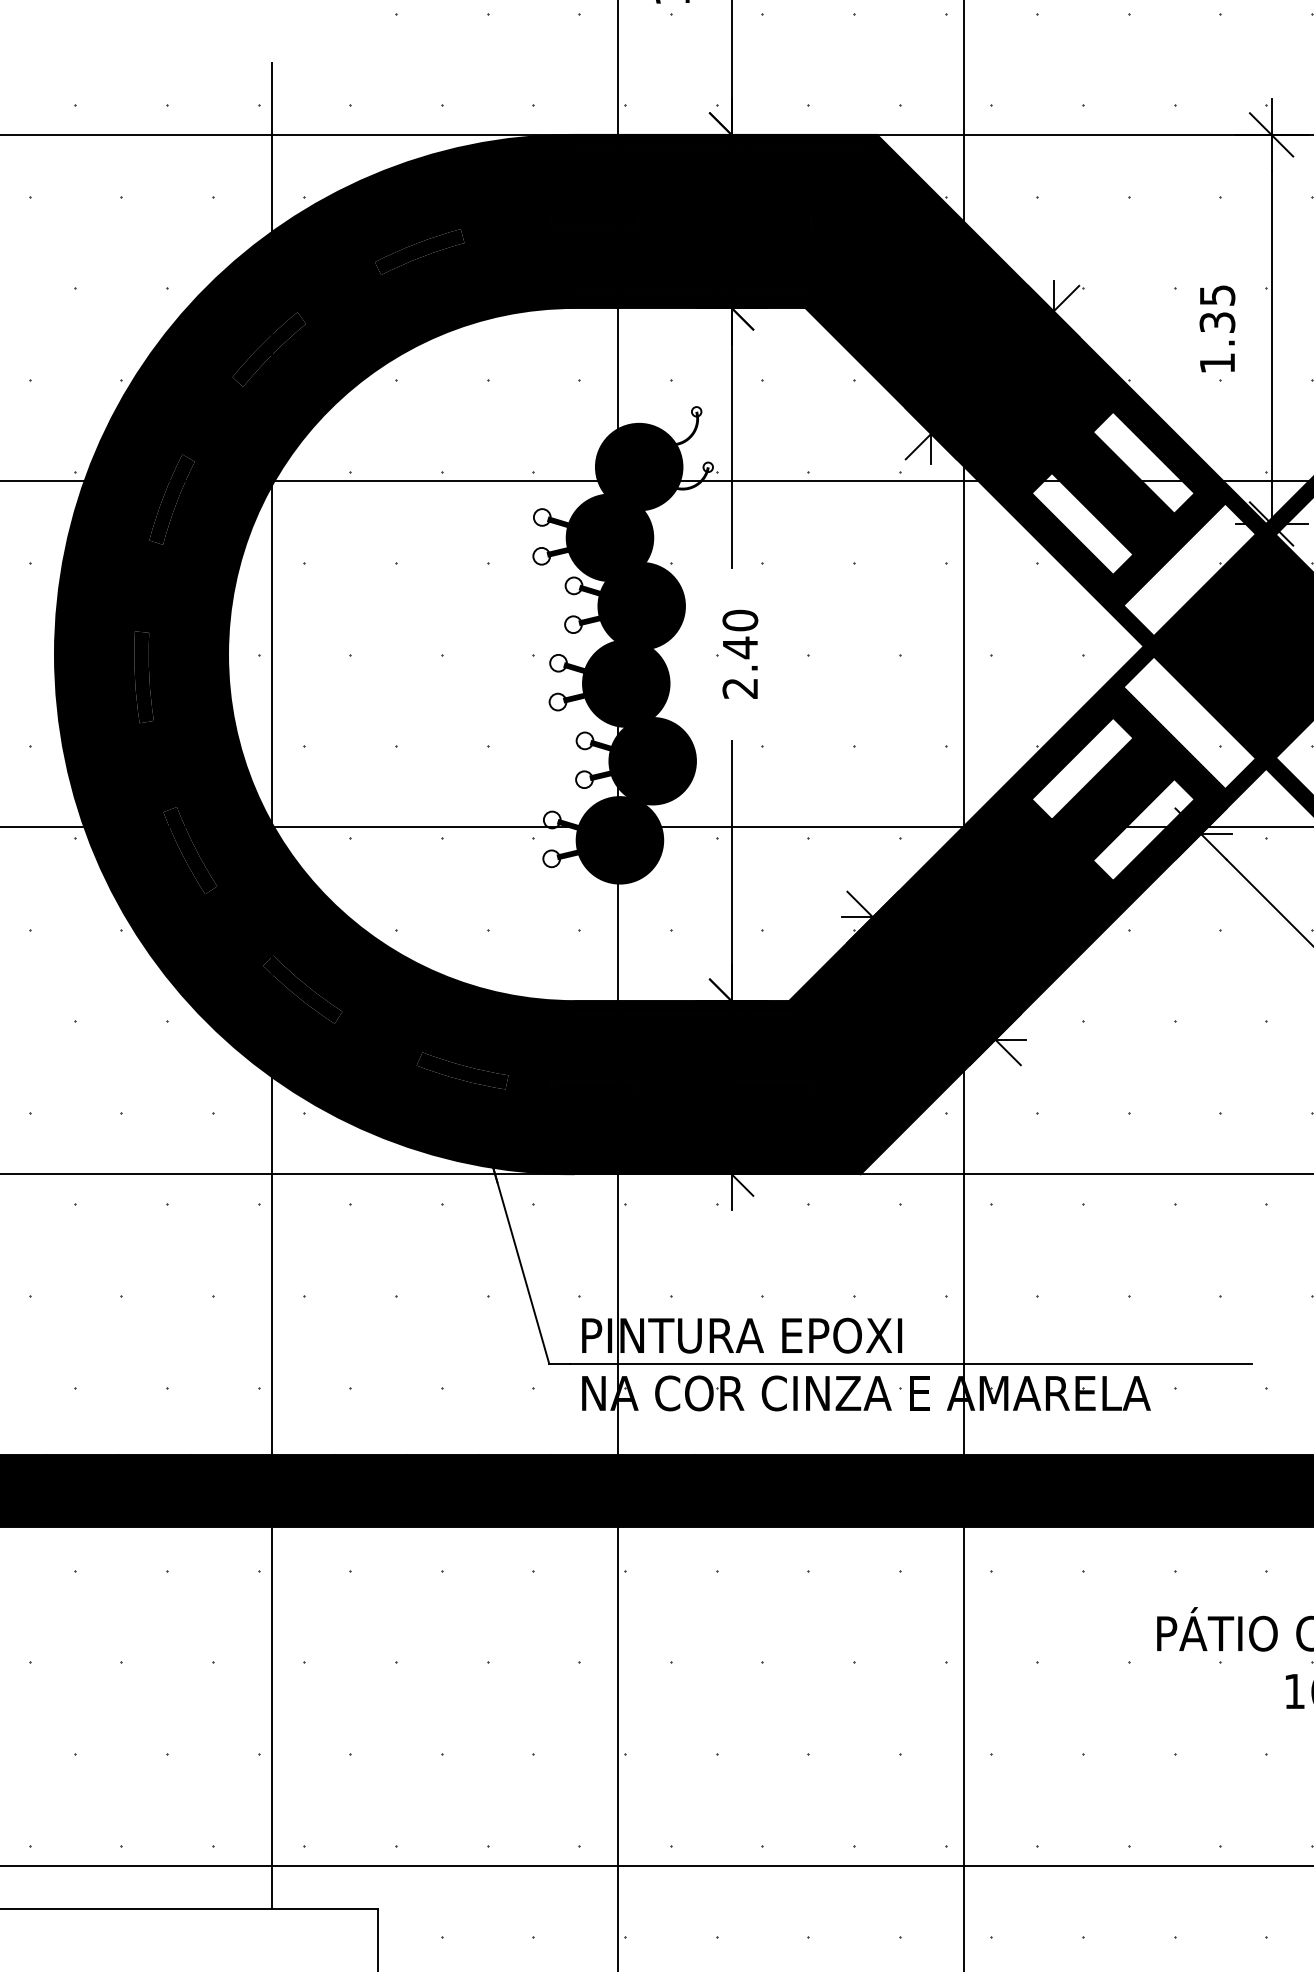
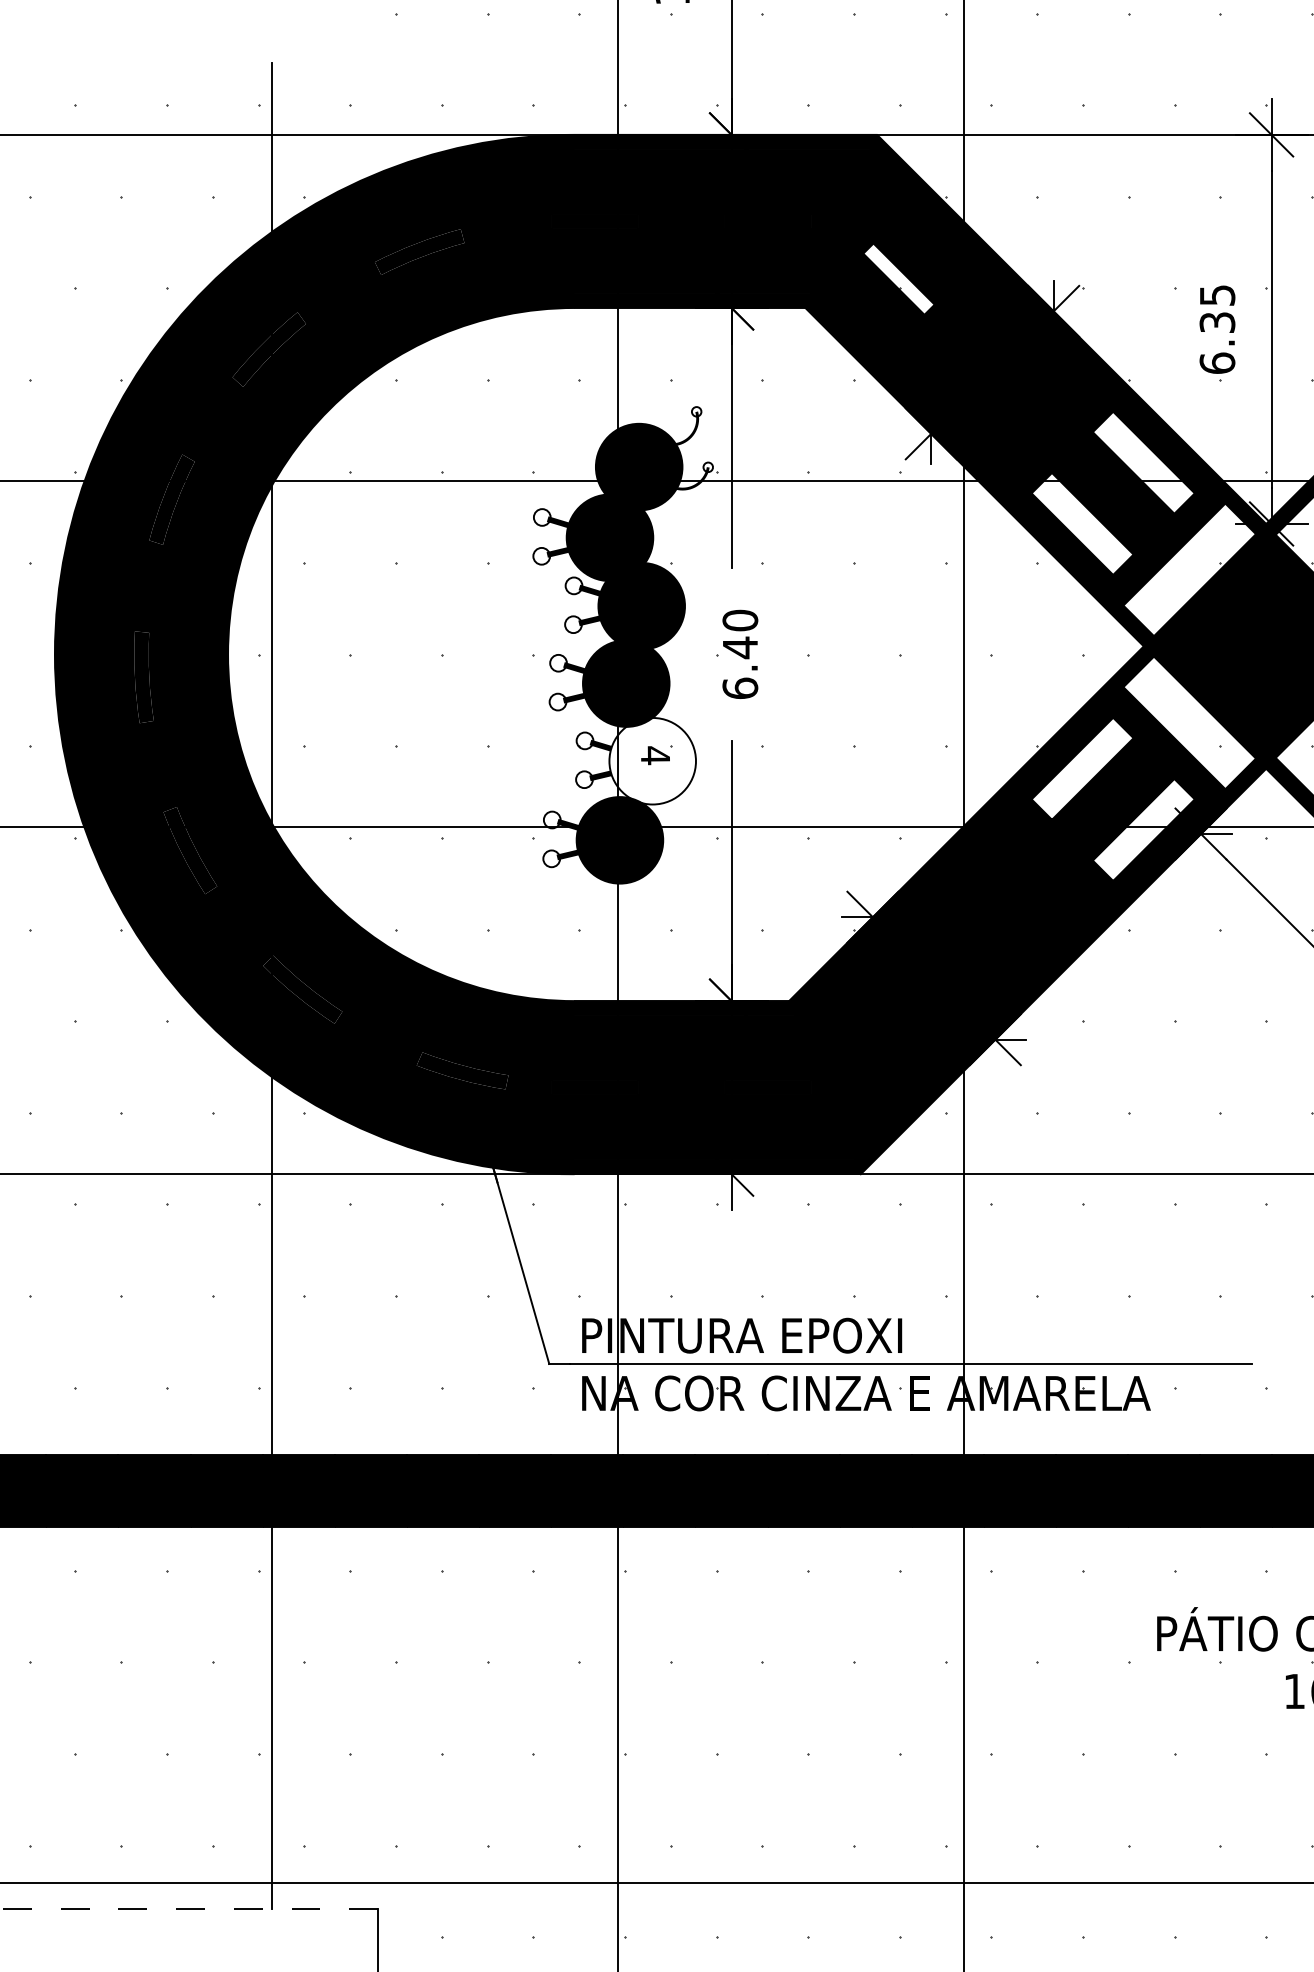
fill at (898, 278): present -> none
text at (1217, 362): 1.35 -> 6.35
text at (740, 687): 2.40 -> 6.40
fill at (652, 760): present -> none
line at (656, 1865) position: (656, 1865) -> (656, 1882)
line at (189, 1909): solid -> dashed
